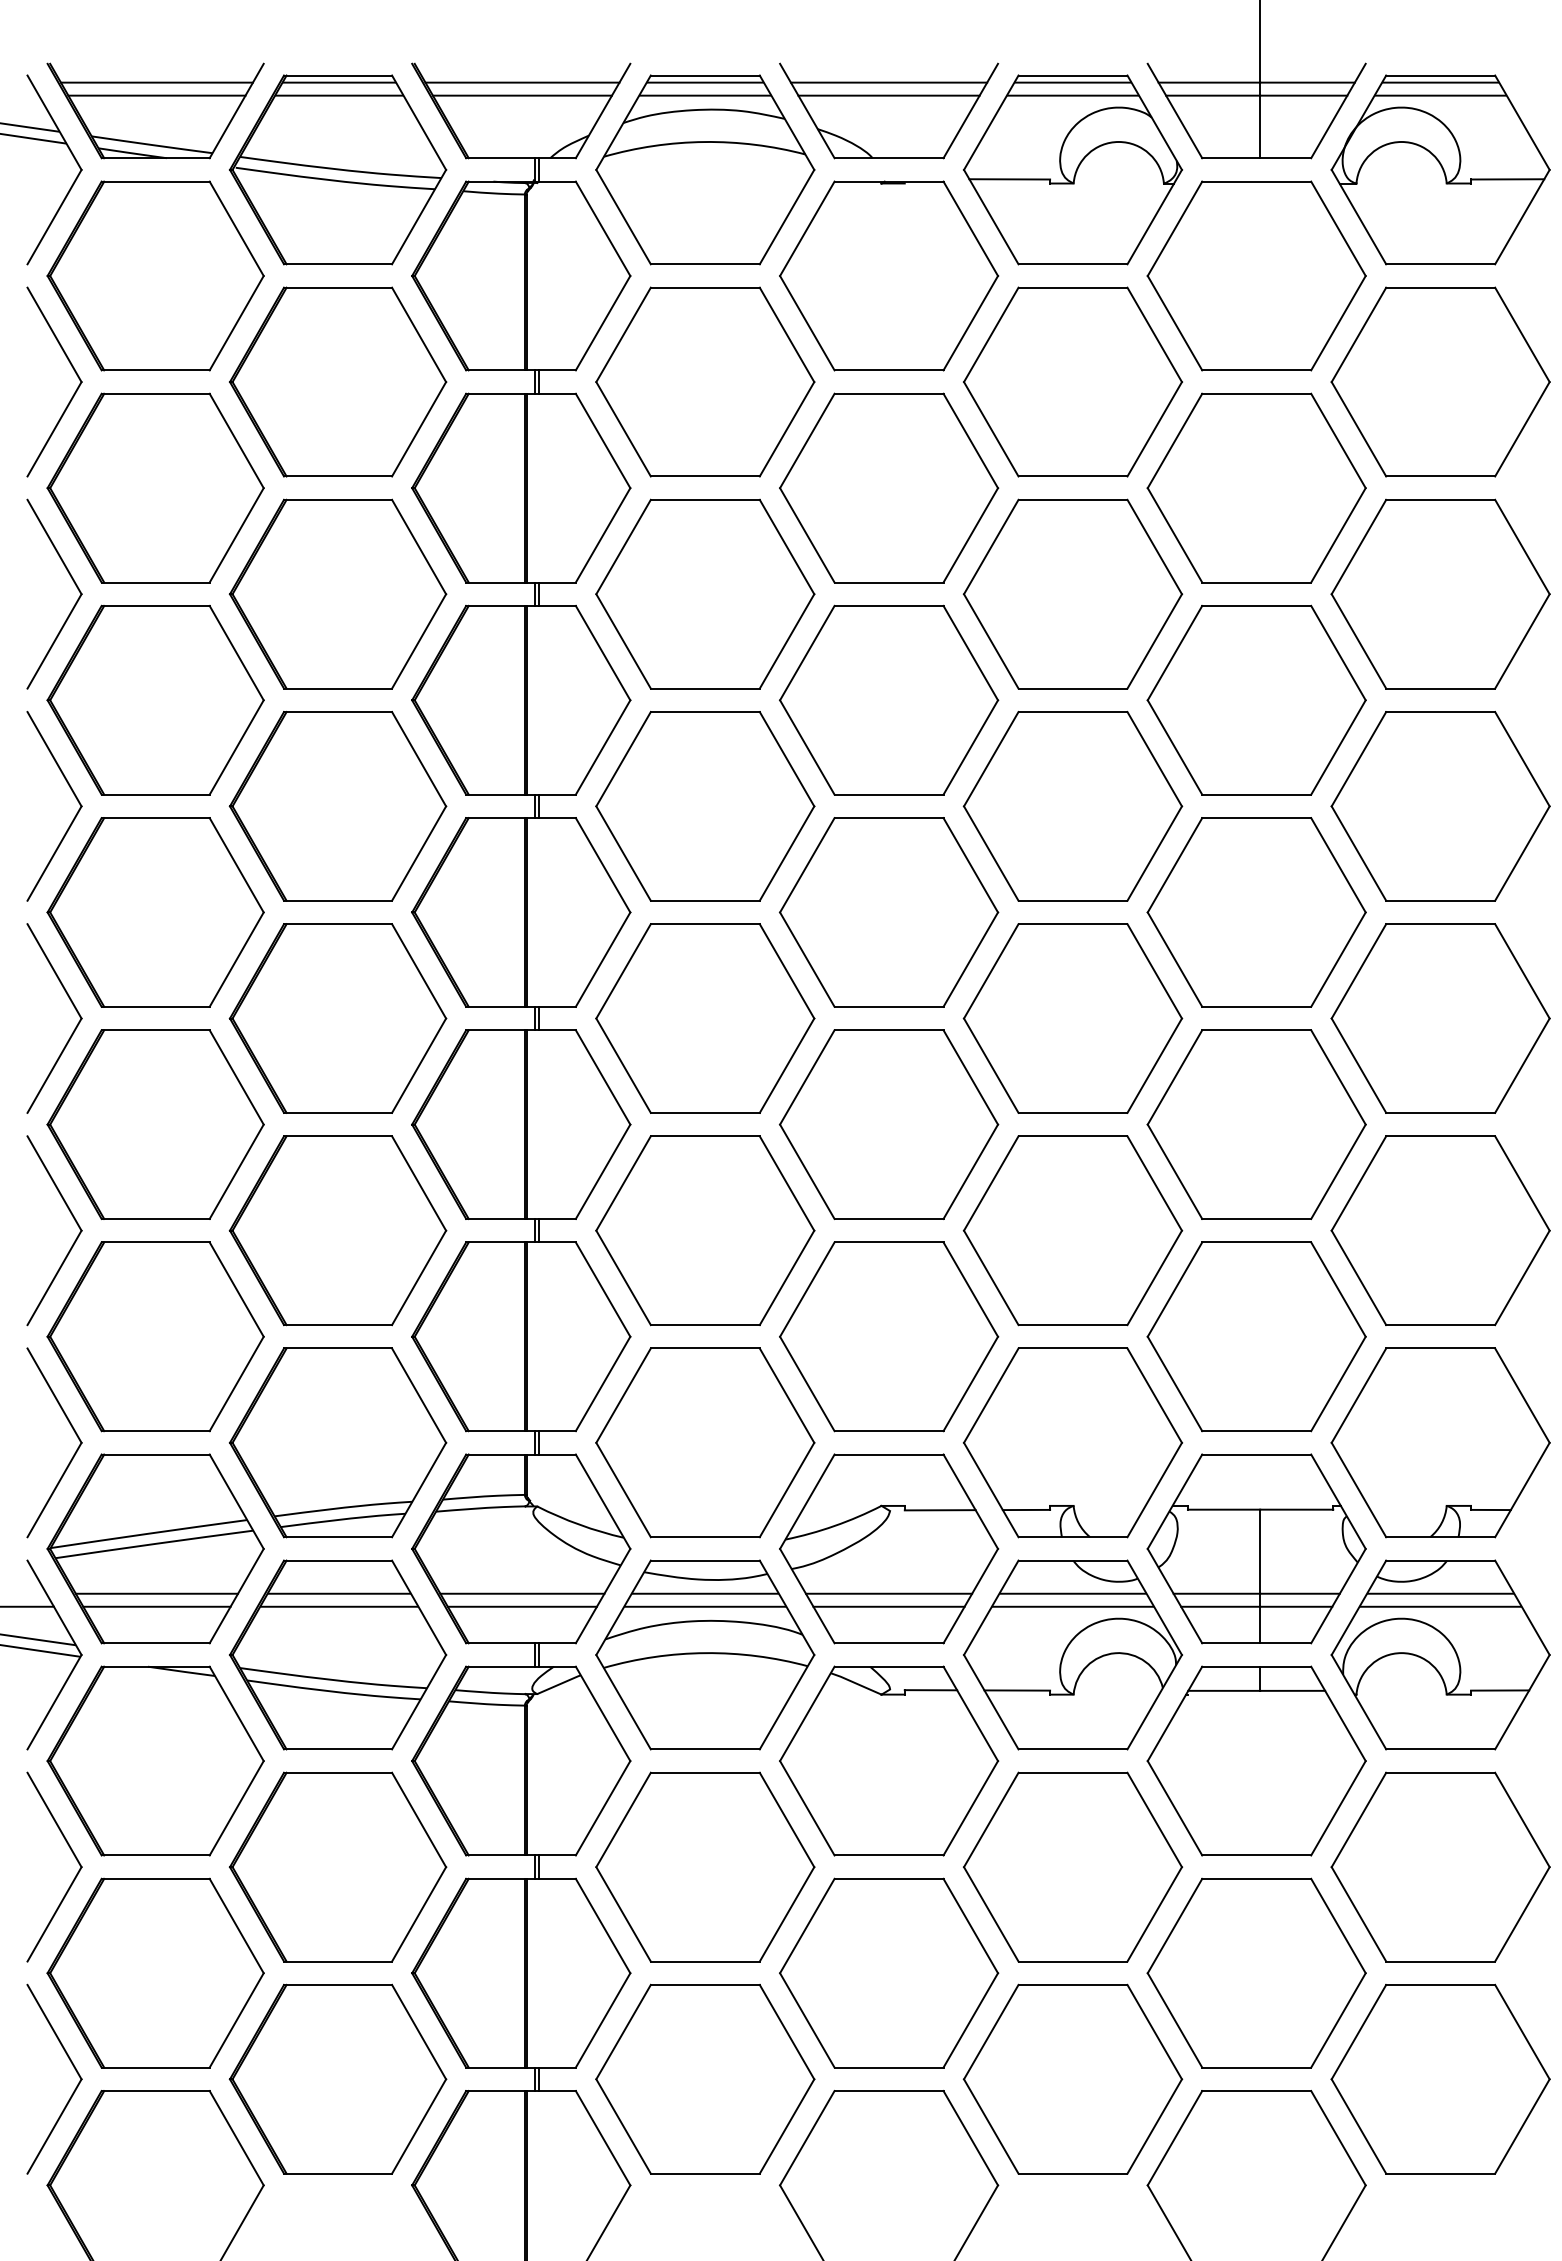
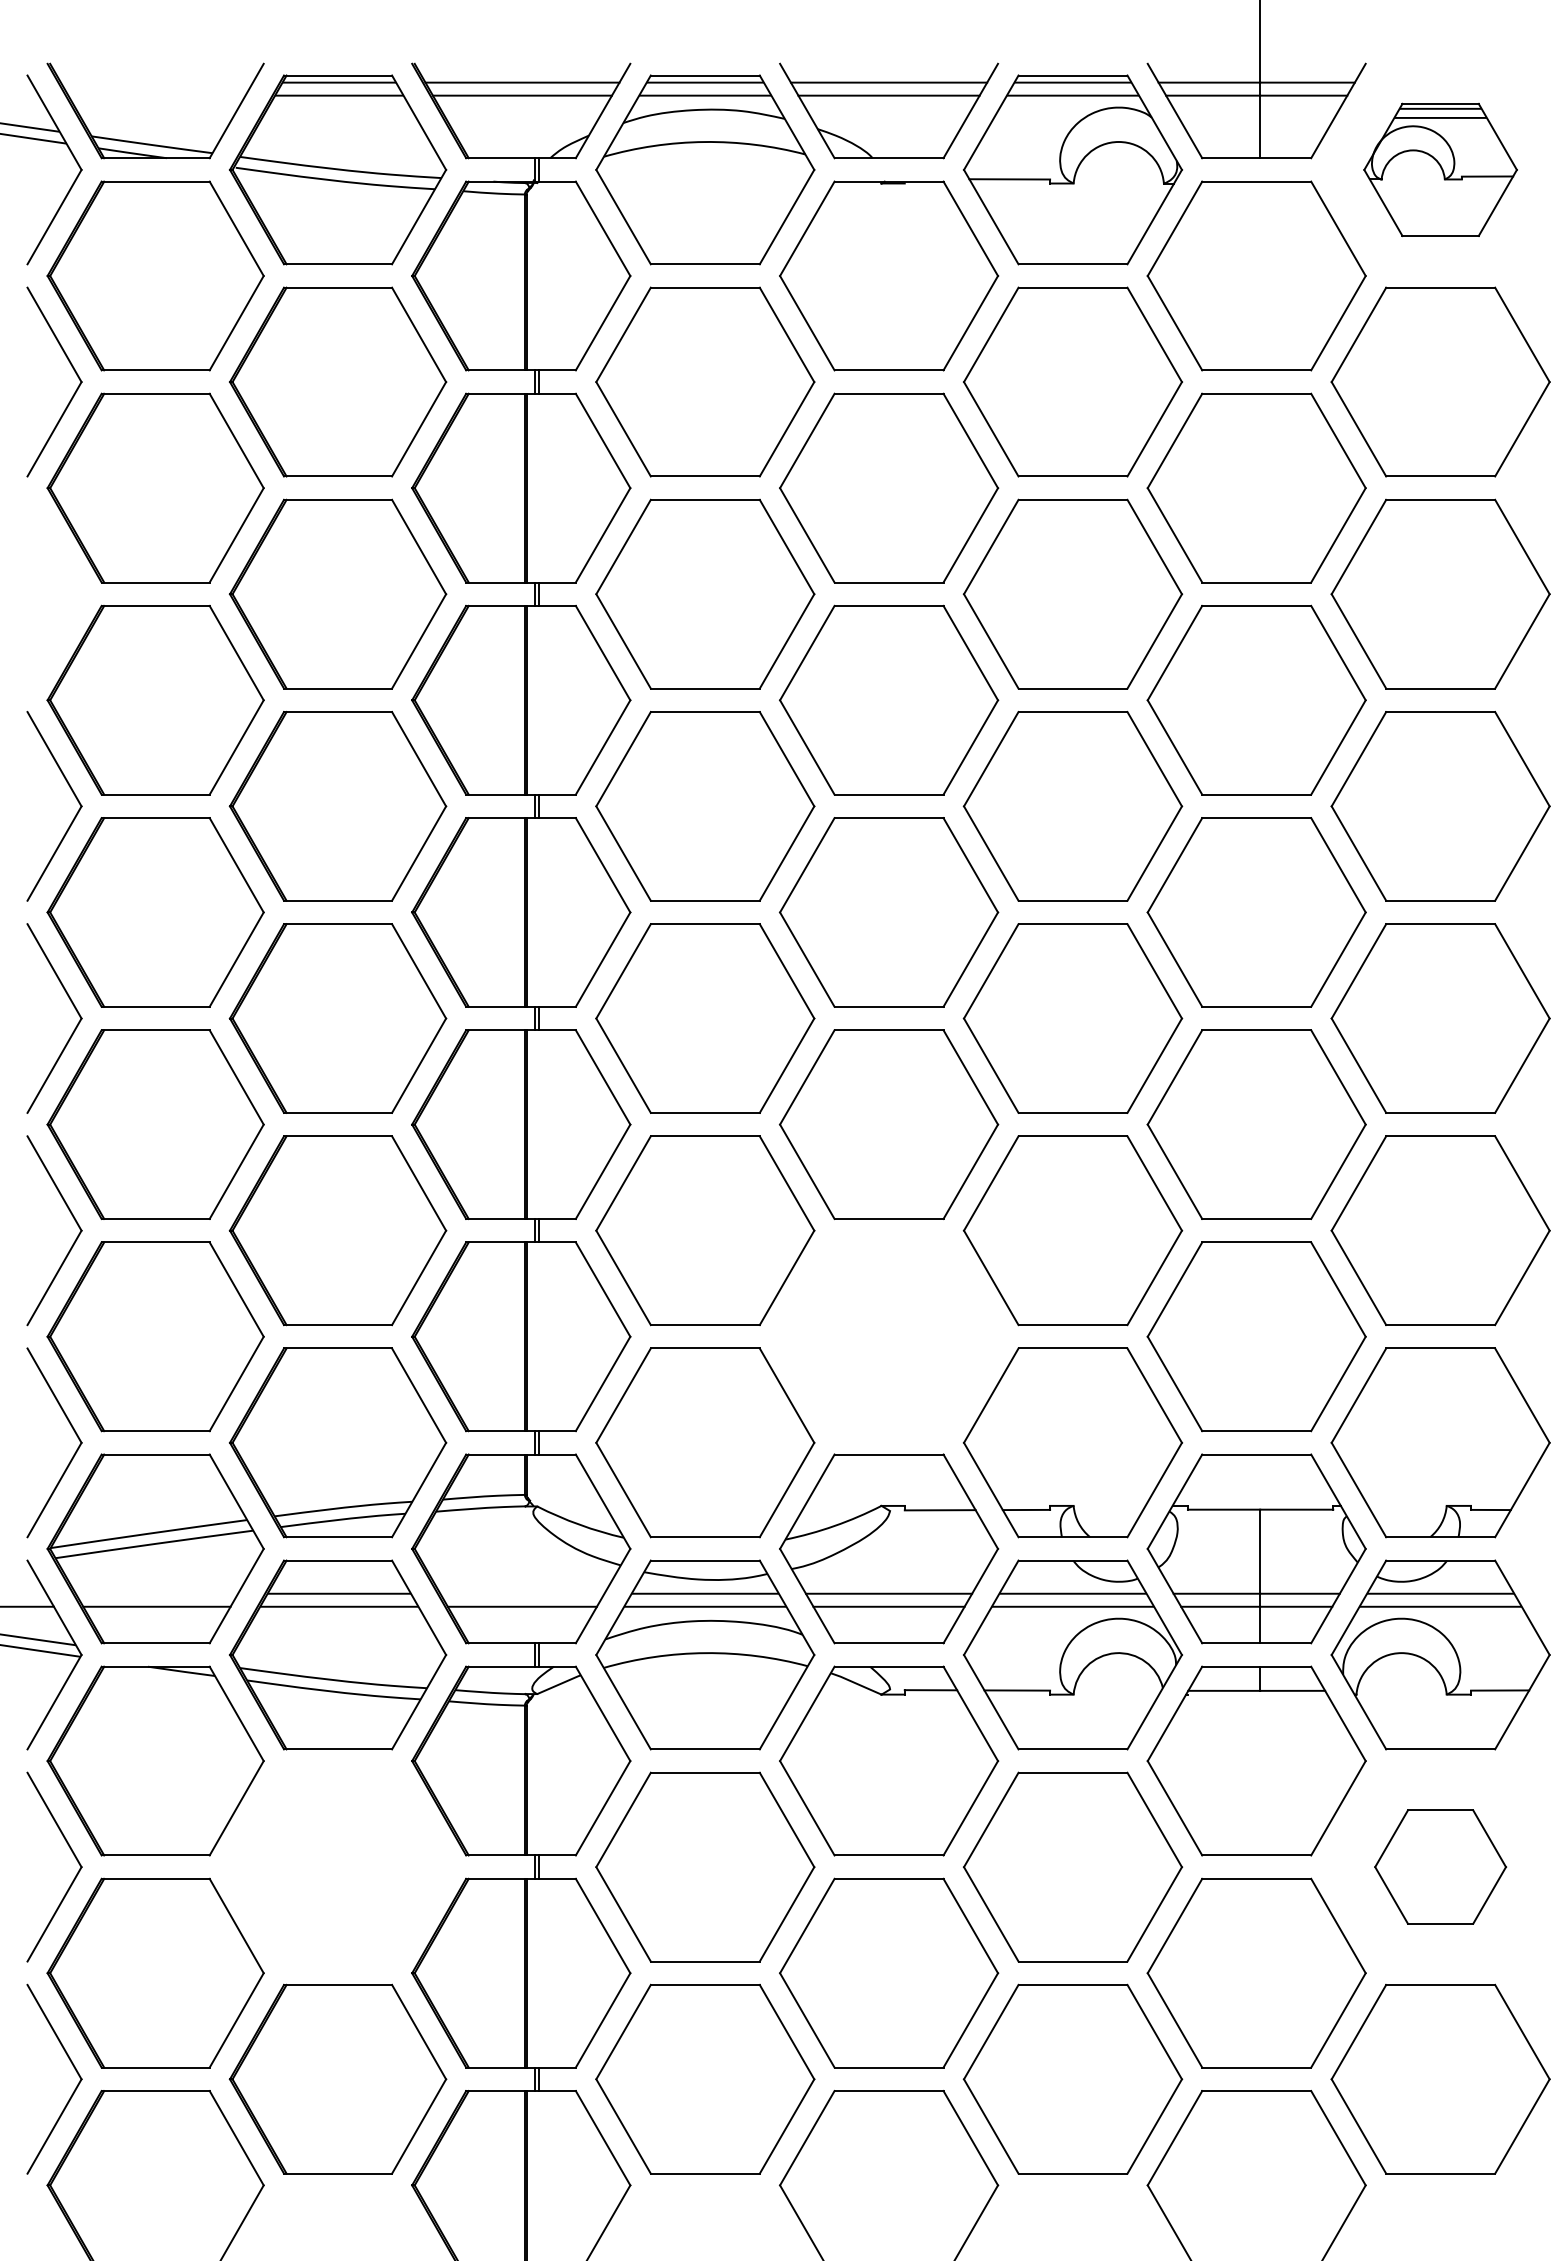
line at (156, 82): present -> none
line at (156, 95): present -> none
part at (1440, 169) size: 221x192 px -> 155x135 px
part at (74, 584): present -> none
part at (889, 1336): present -> none
line at (156, 1593): present -> none
line at (522, 1593): present -> none
part at (337, 1866): present -> none
part at (1440, 1866) size: 221x192 px -> 134x116 px
